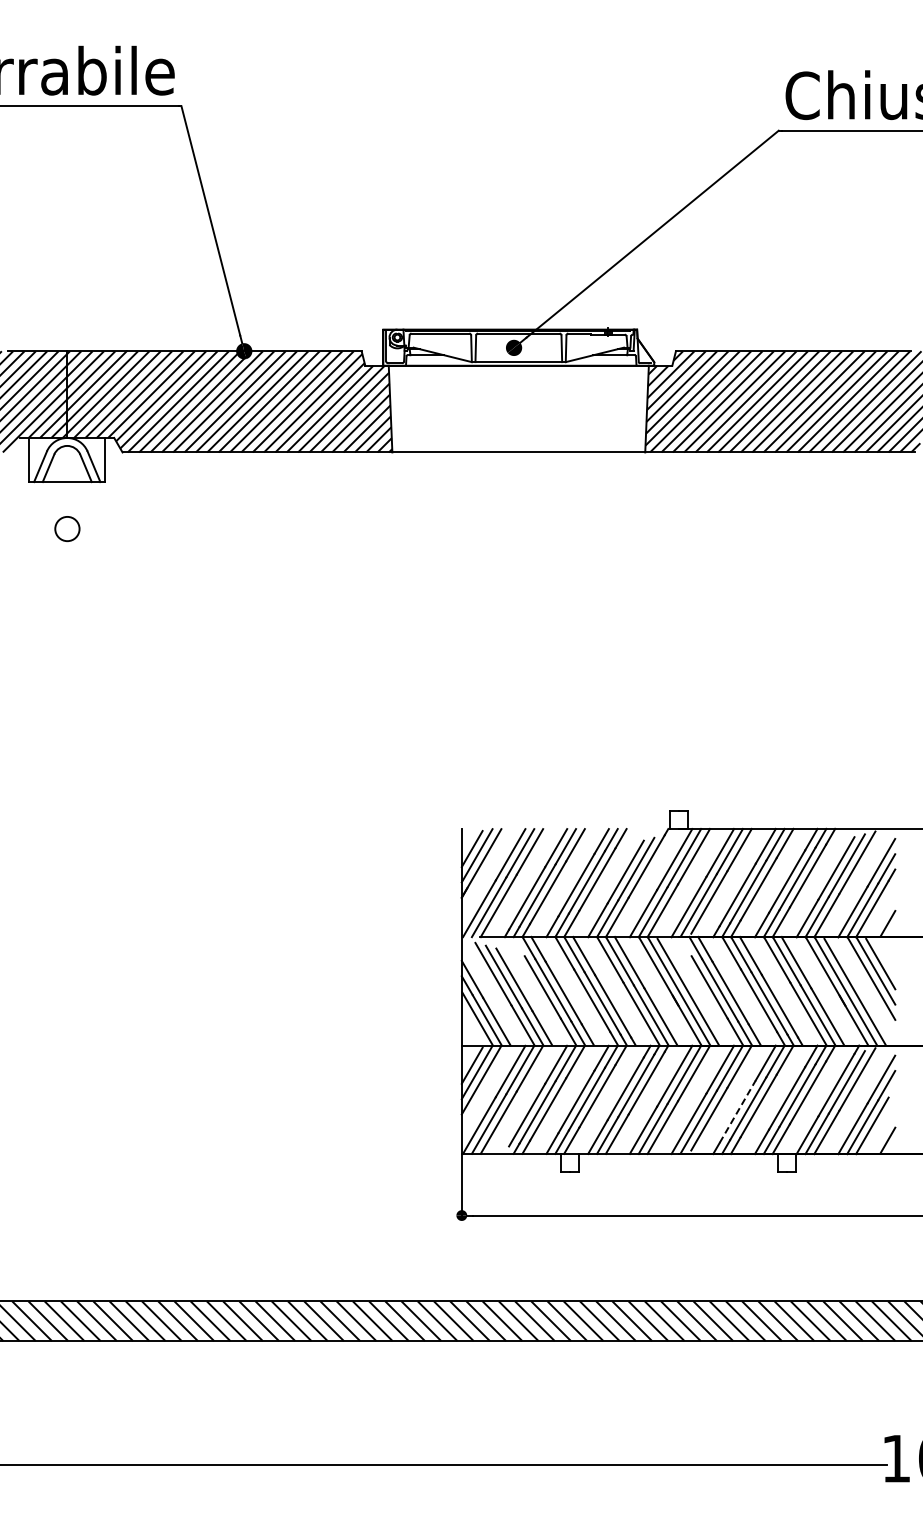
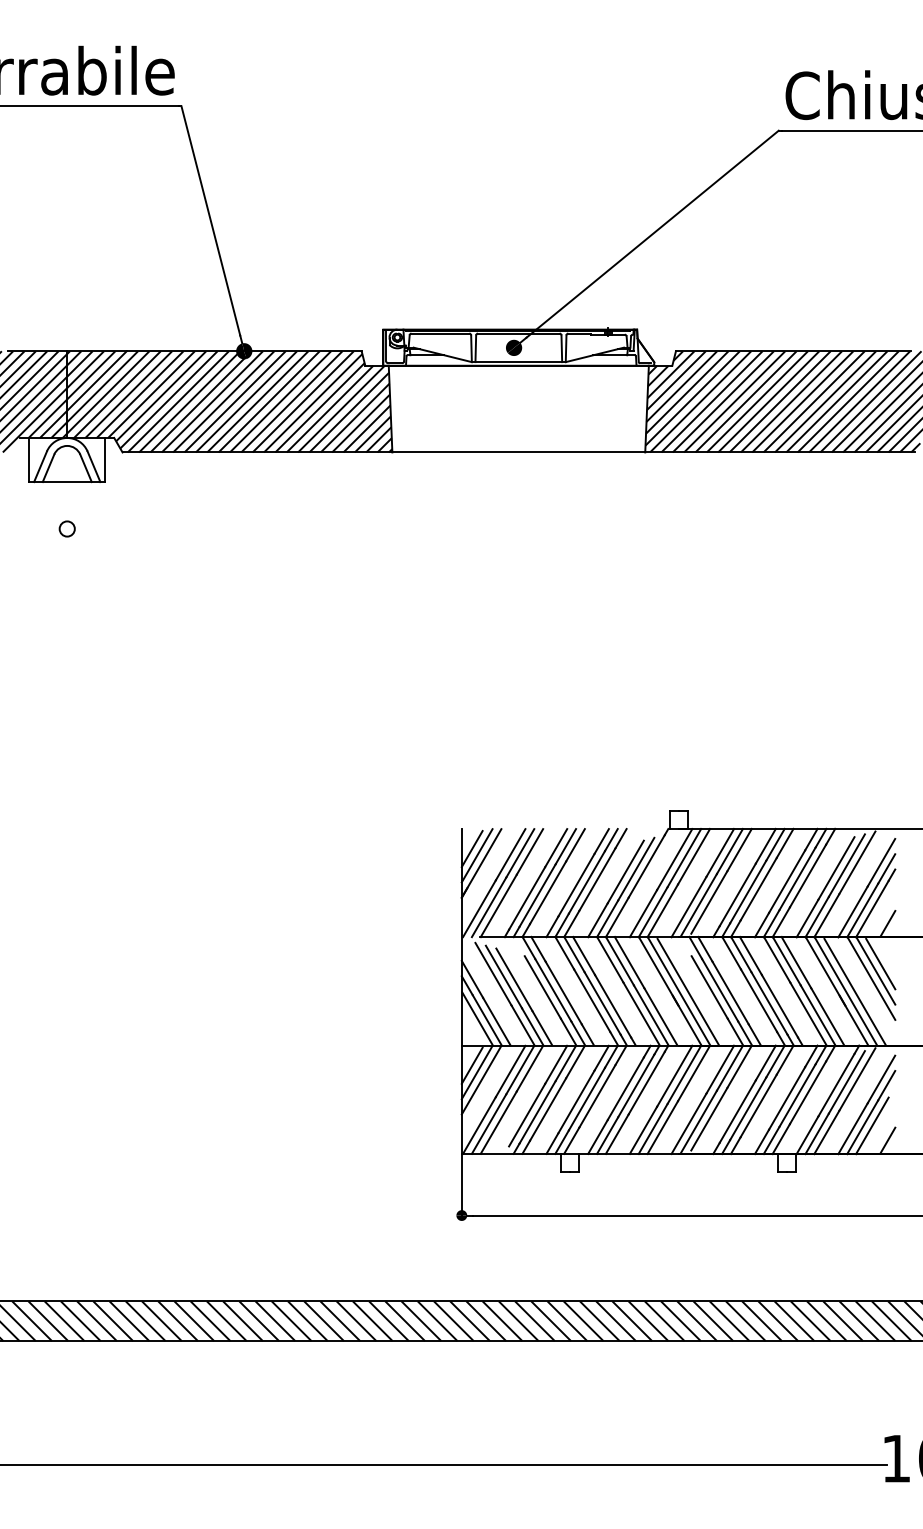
circle at (67, 529) size: 27x27 px -> 18x18 px
line at (738, 1111): dashed -> solid
